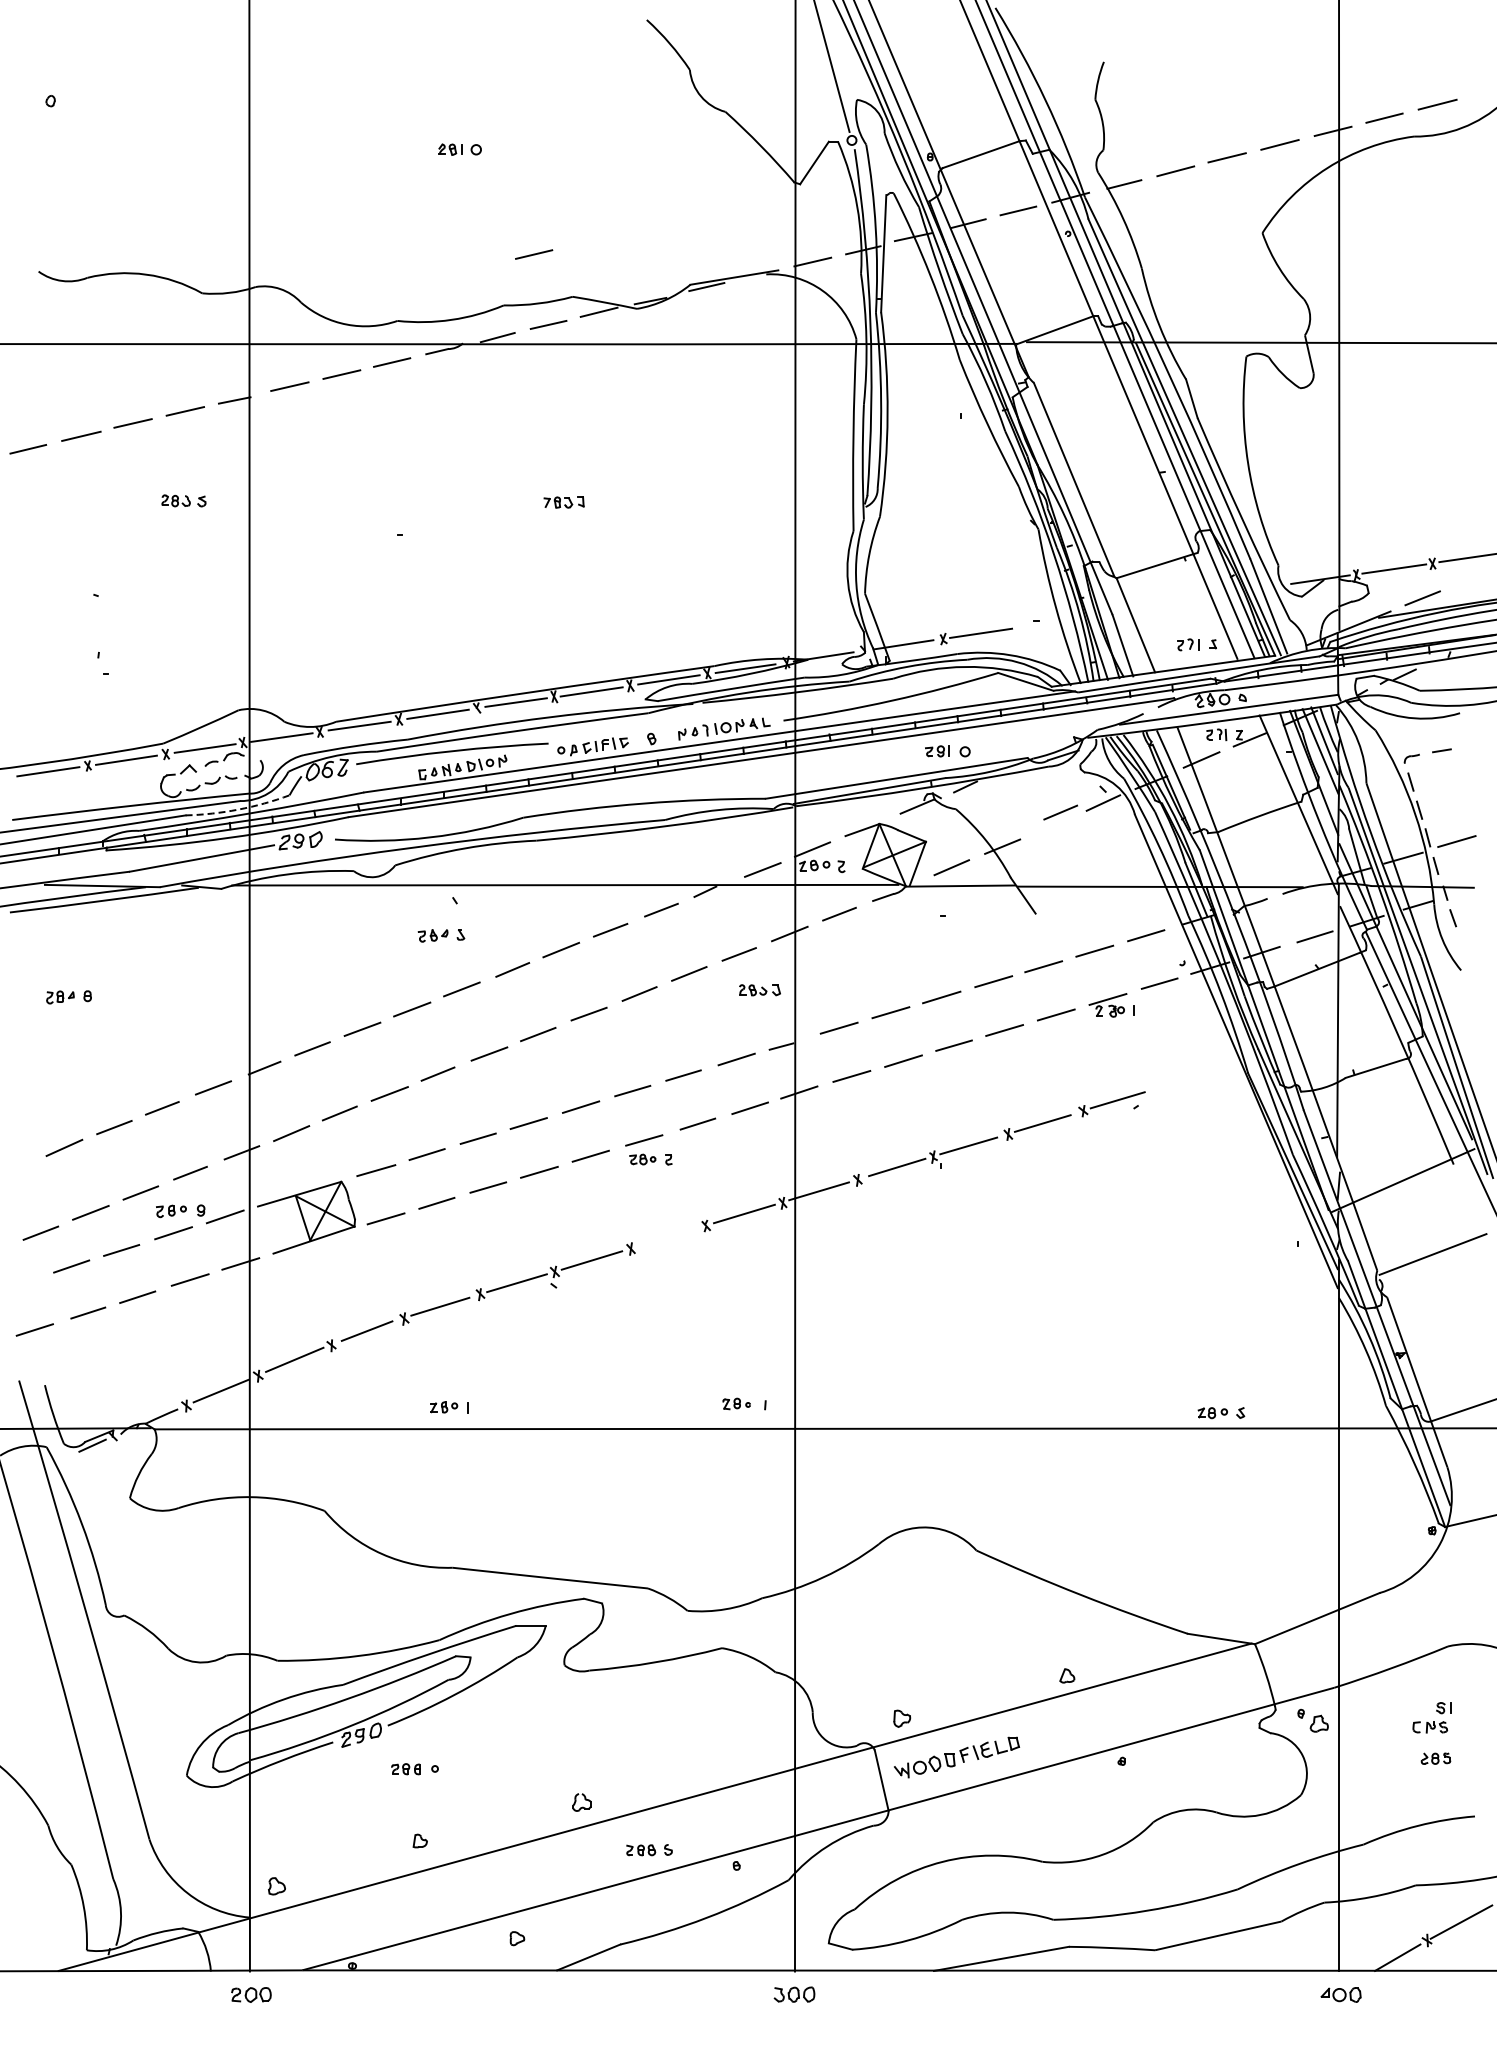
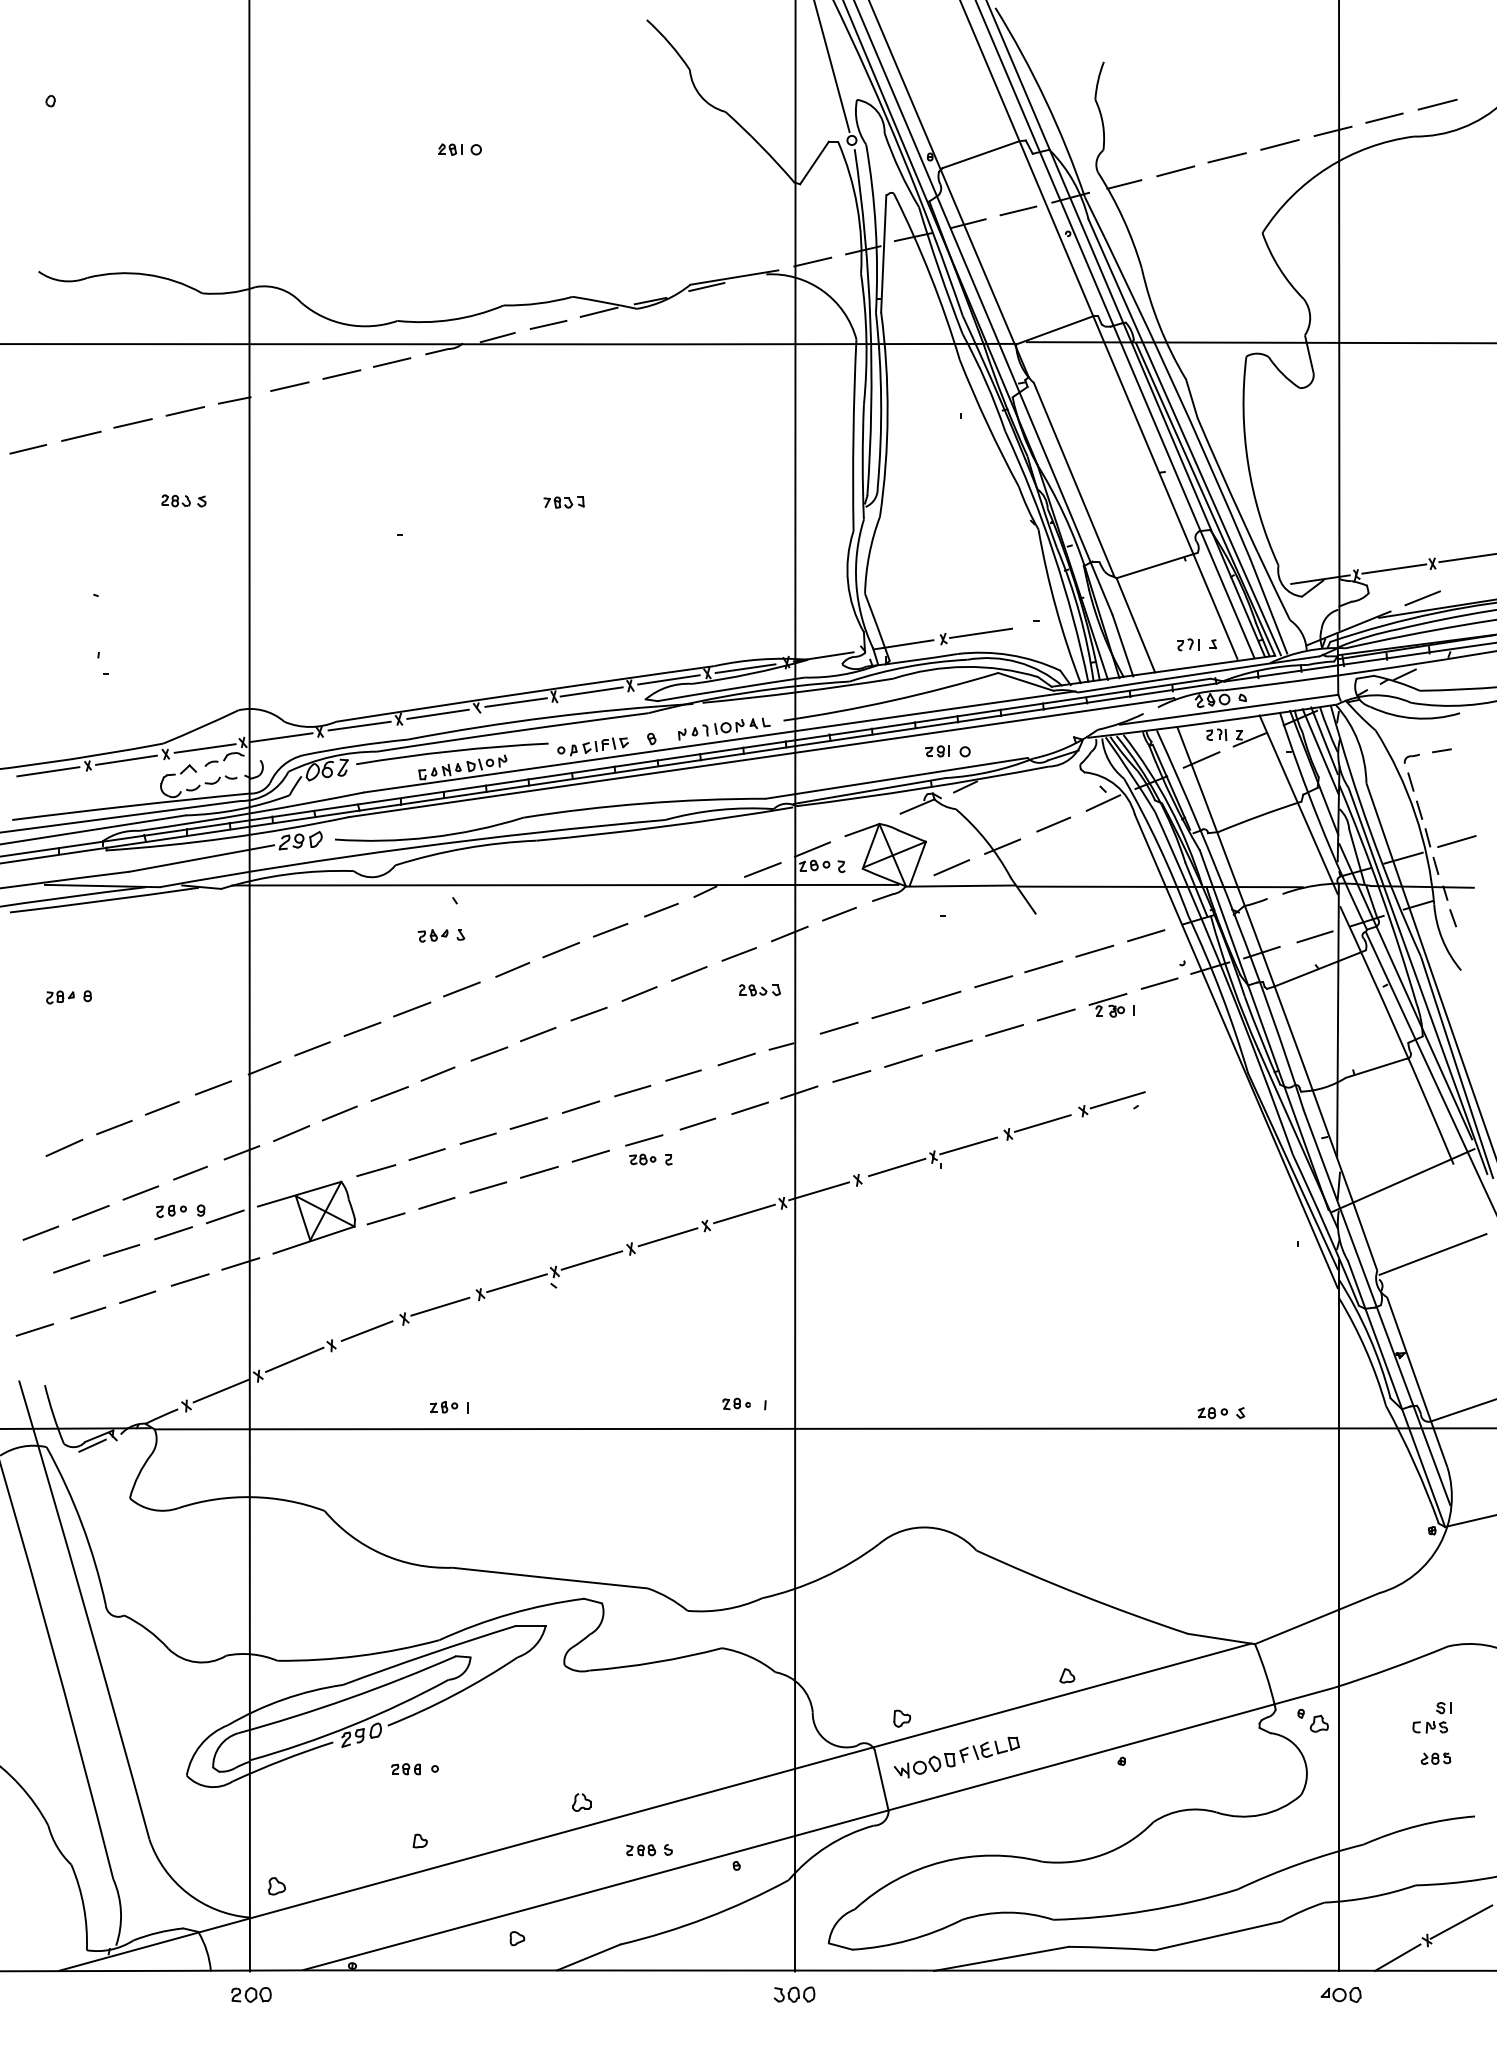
line at (534, 254): present -> none
arc at (238, 809): dashed -> solid
line at (1060, 812) position: (1060, 812) -> (1053, 824)
line at (667, 1237): none -> present
